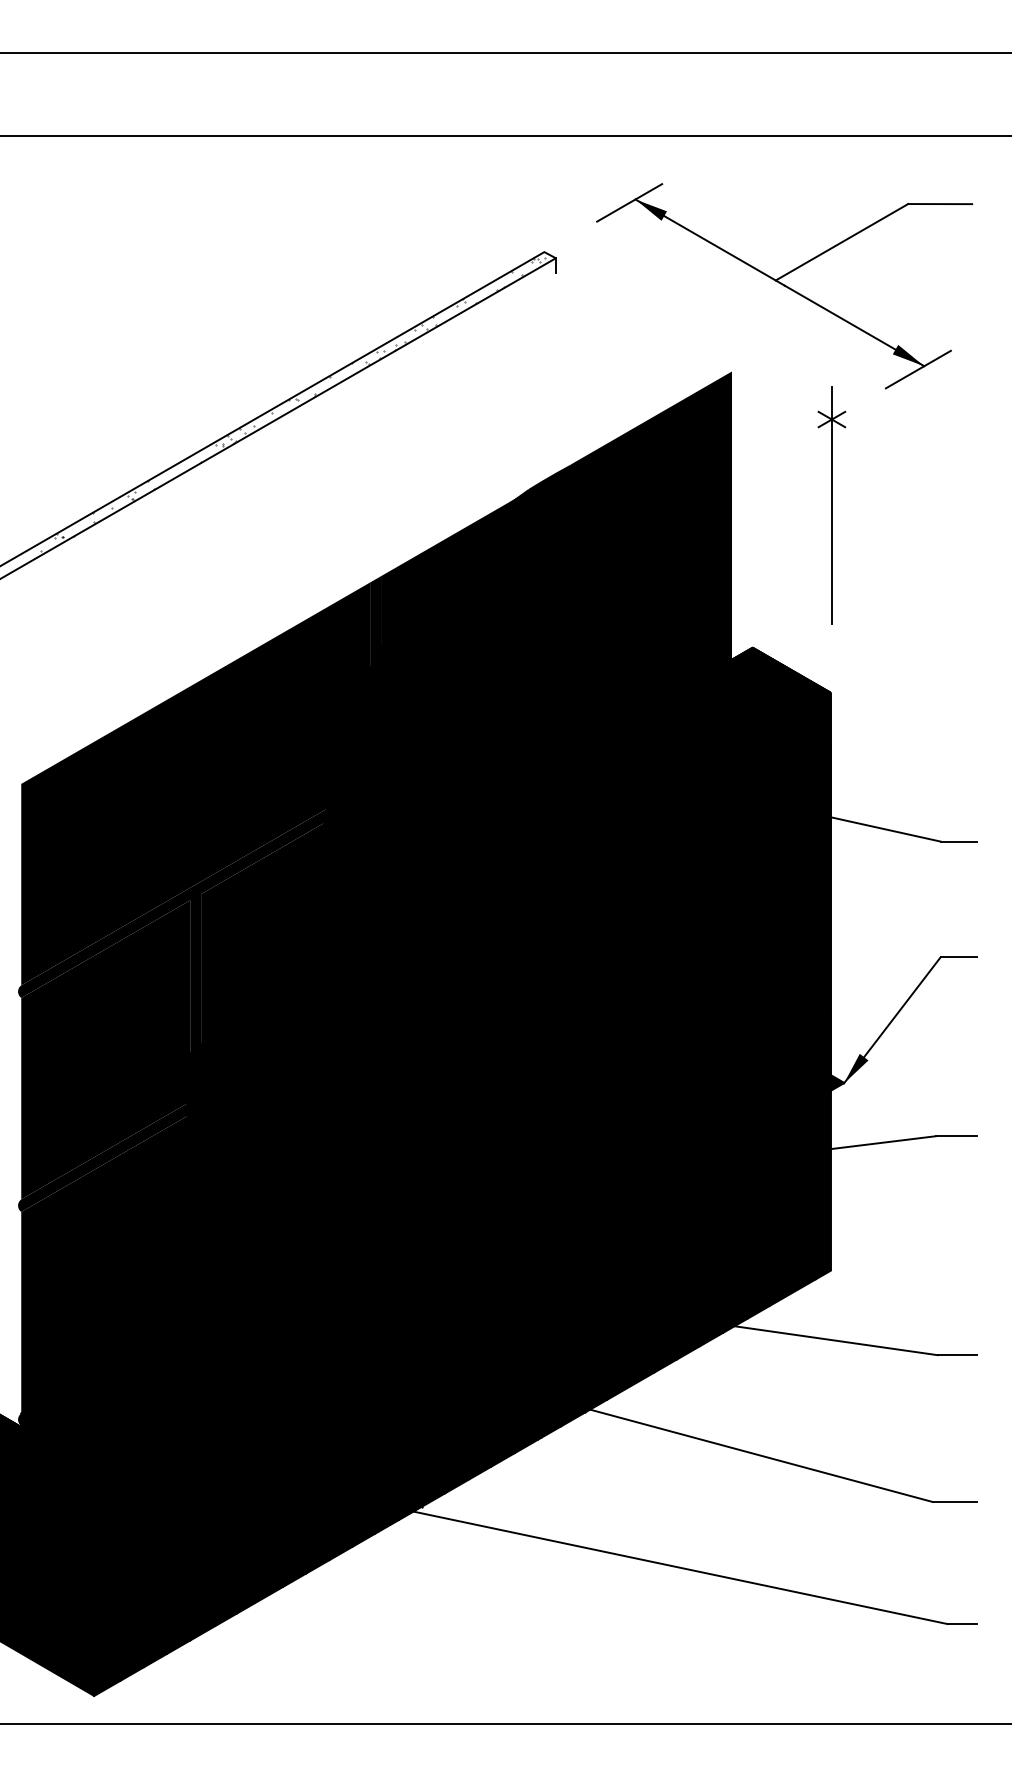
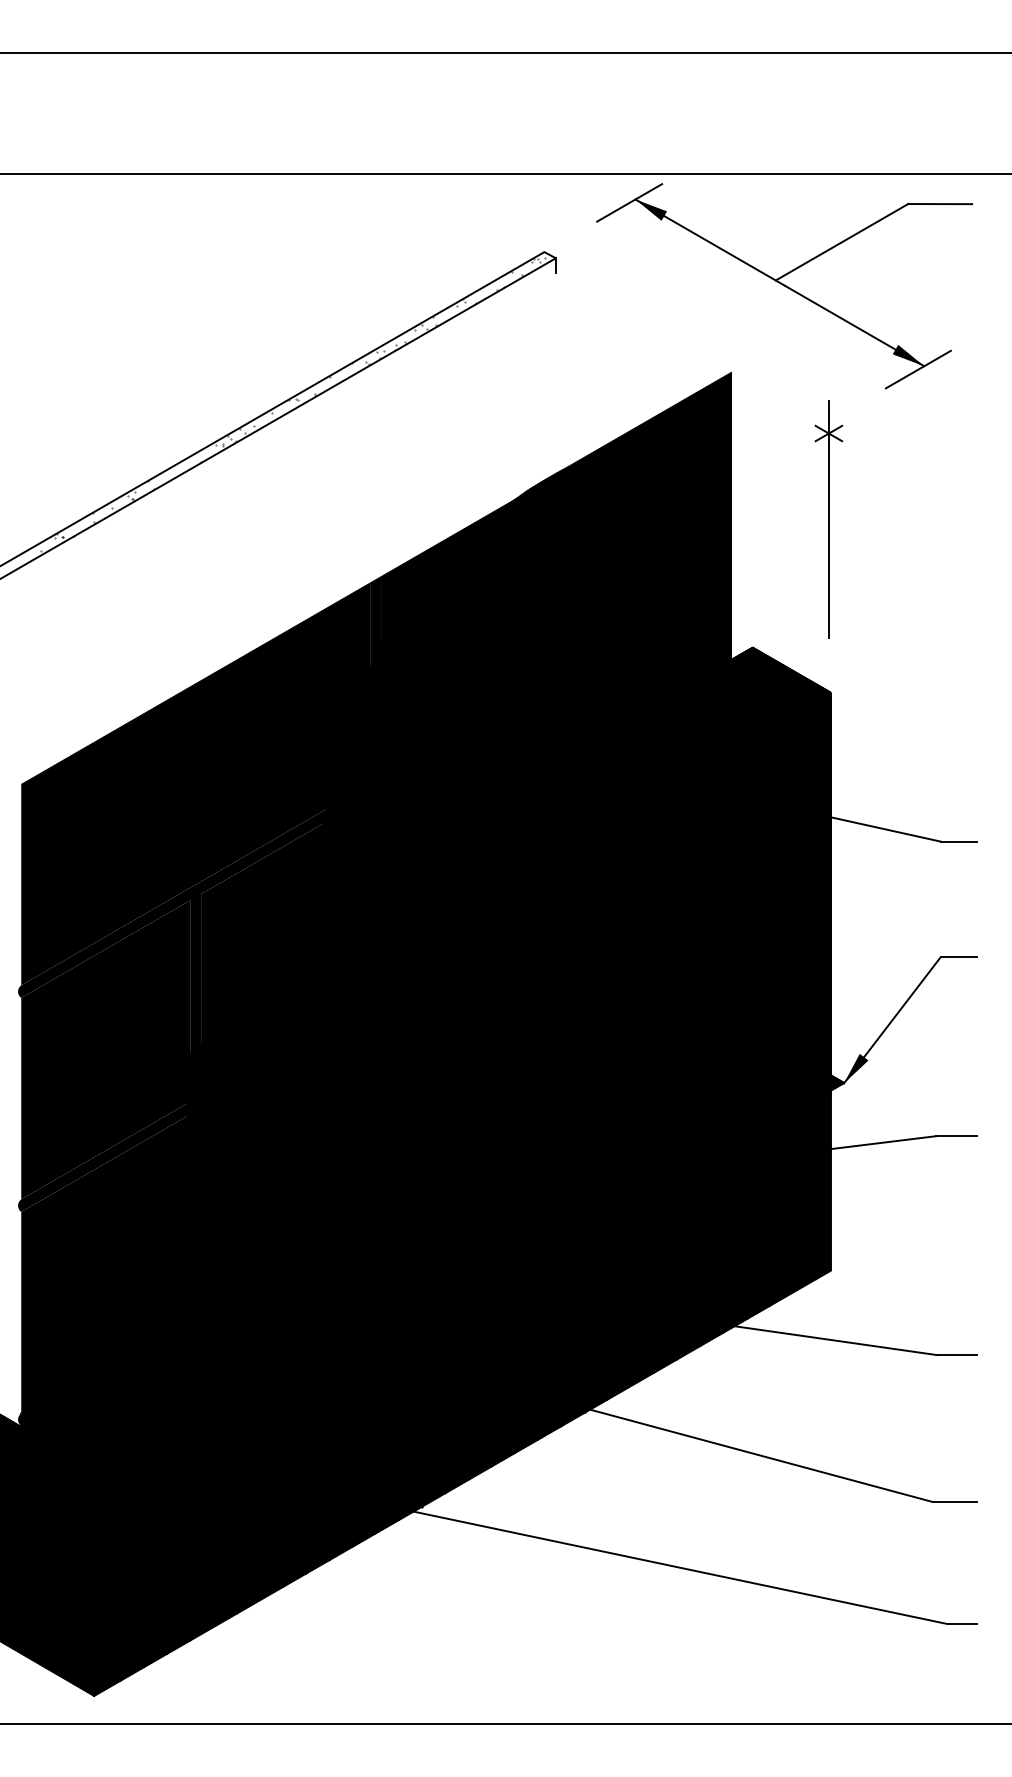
line at (505, 136) position: (505, 136) -> (505, 174)
part at (831, 505) position: (831, 505) -> (828, 519)
